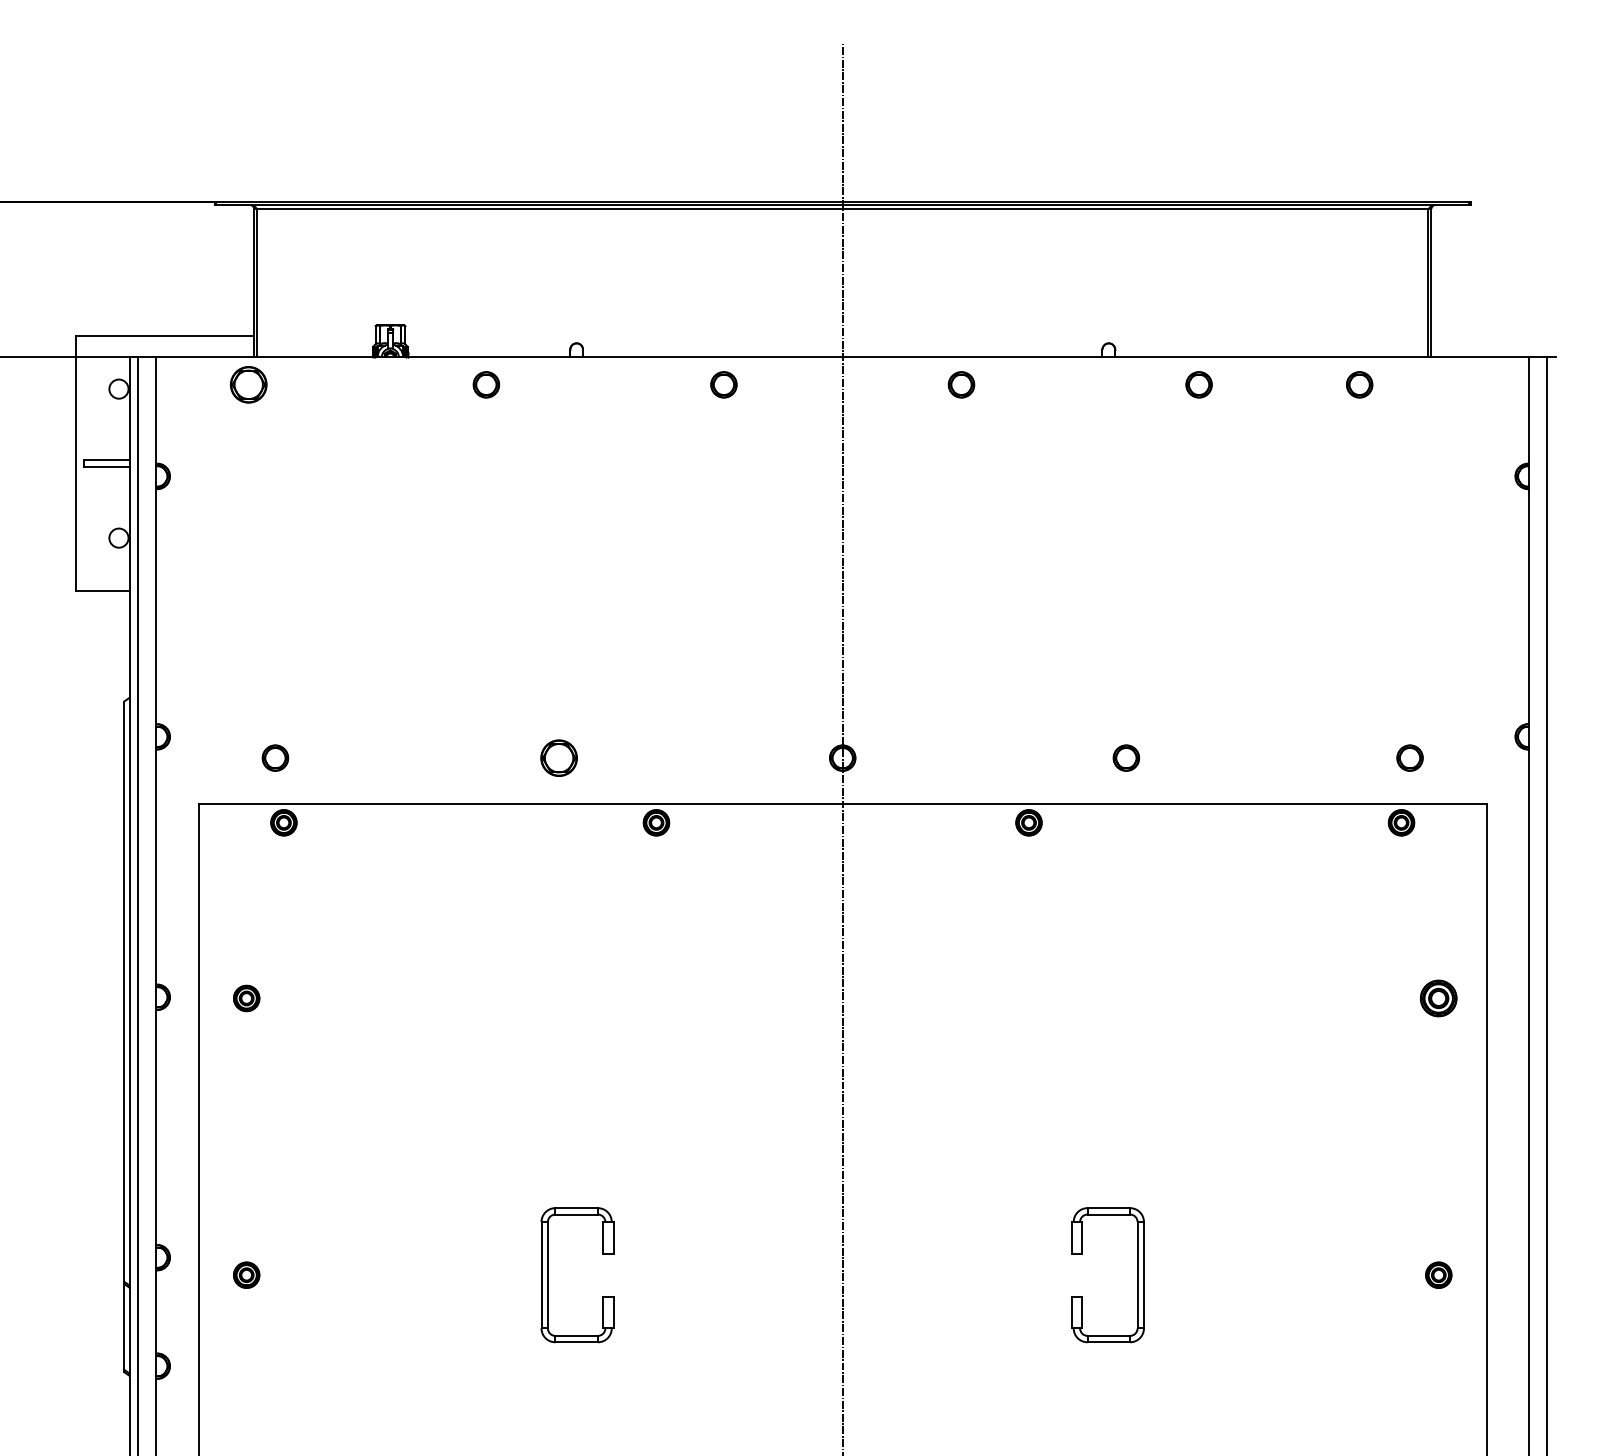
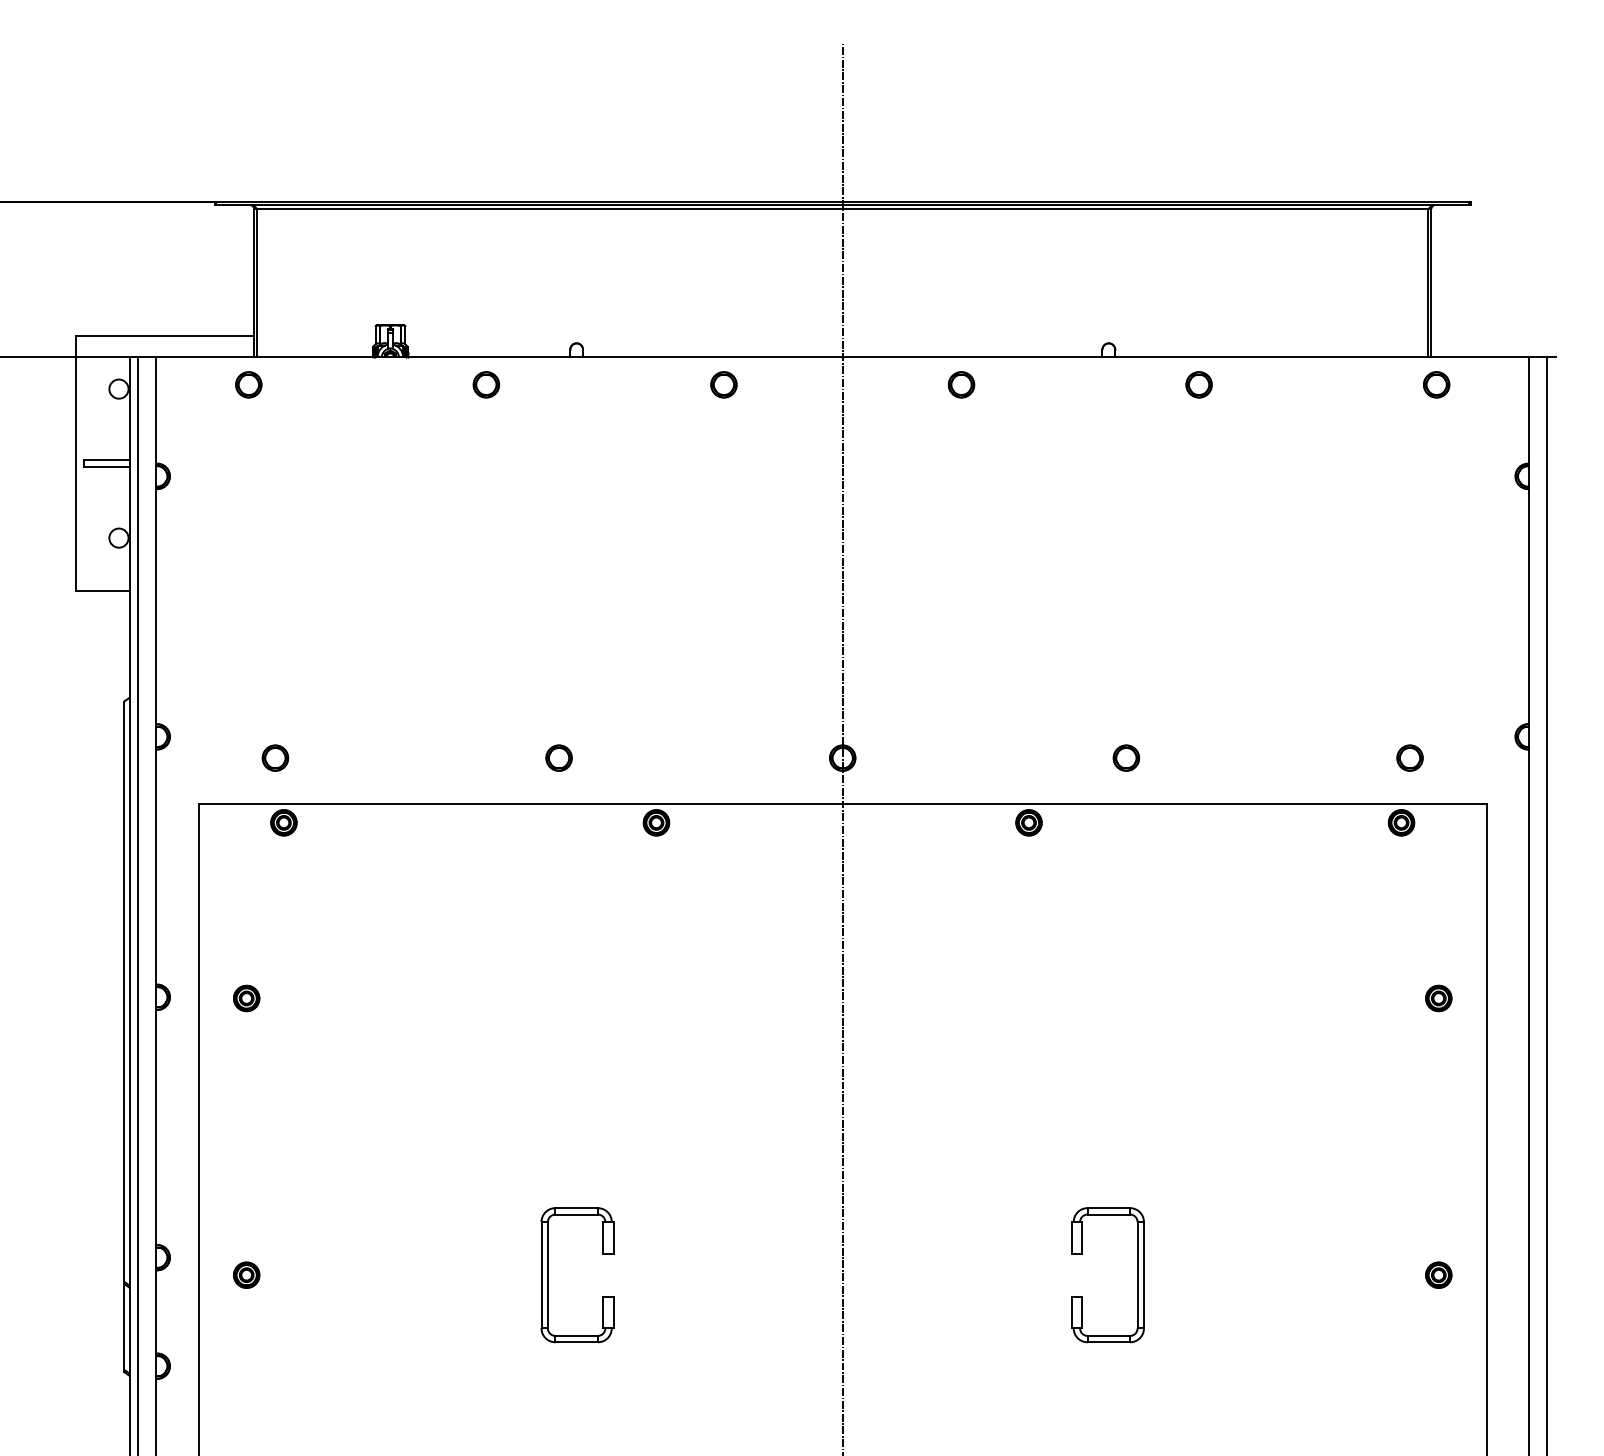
part at (248, 384) size: 38x38 px -> 28x28 px
part at (1359, 384) position: (1359, 384) -> (1436, 384)
part at (558, 757) size: 38x38 px -> 28x28 px
part at (1438, 998) size: 38x39 px -> 28x29 px
